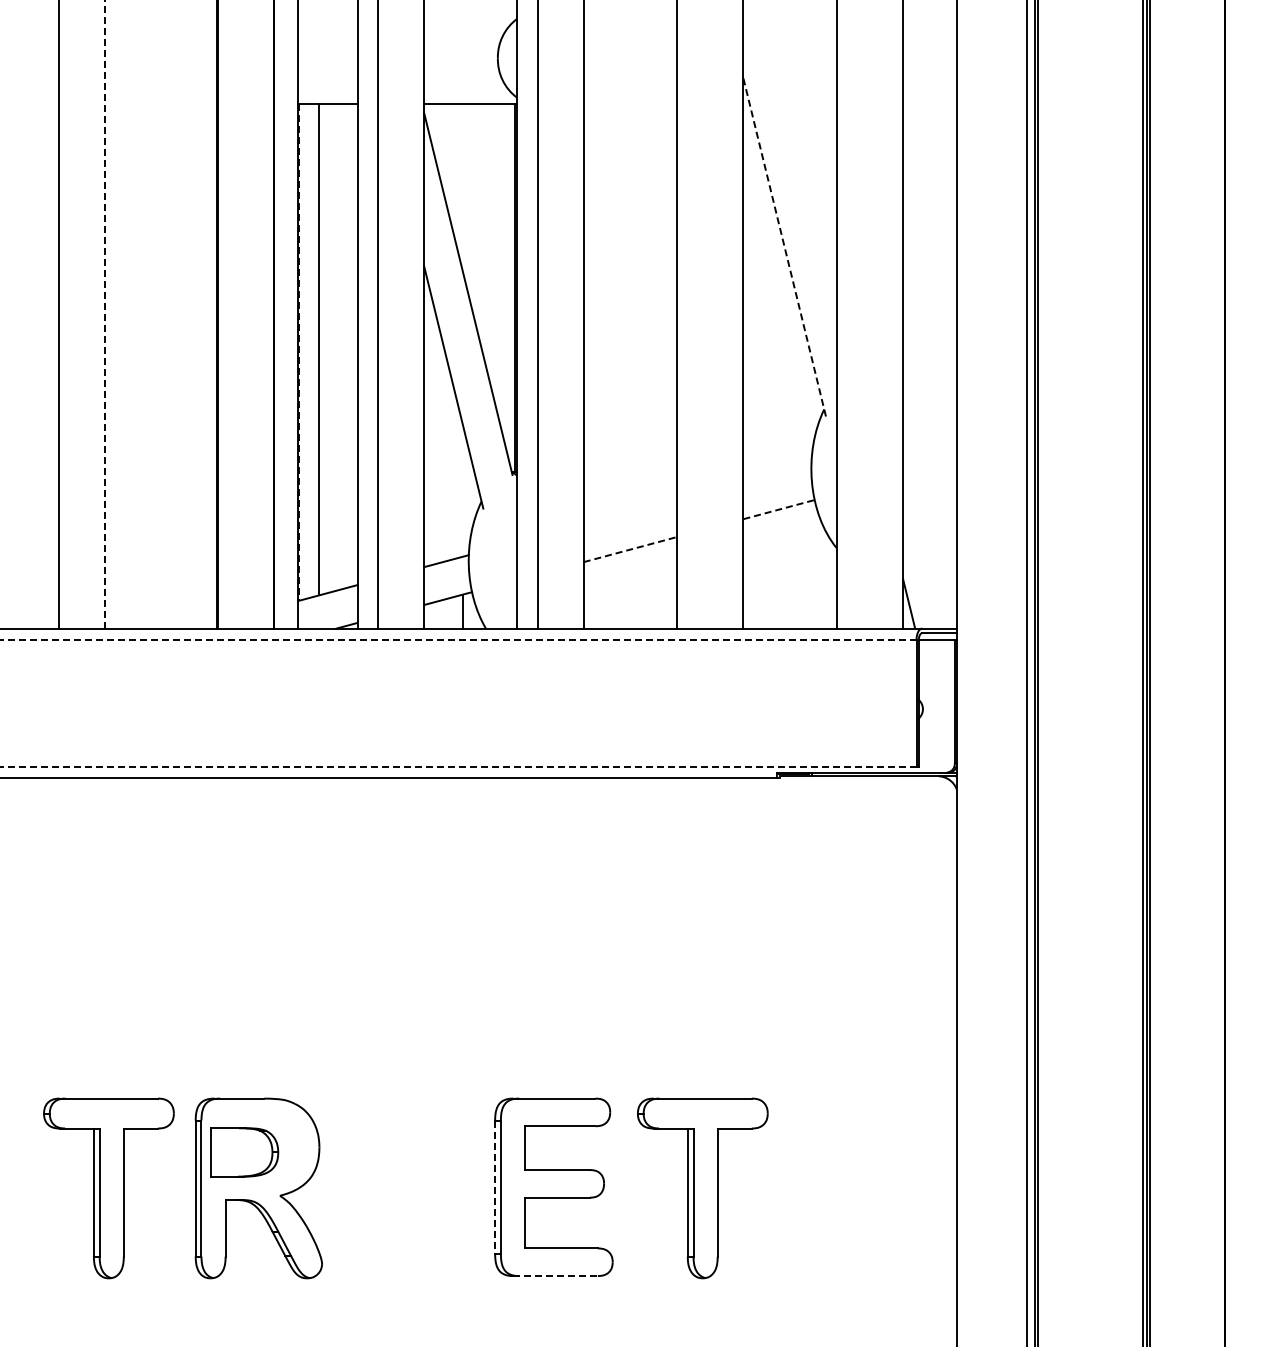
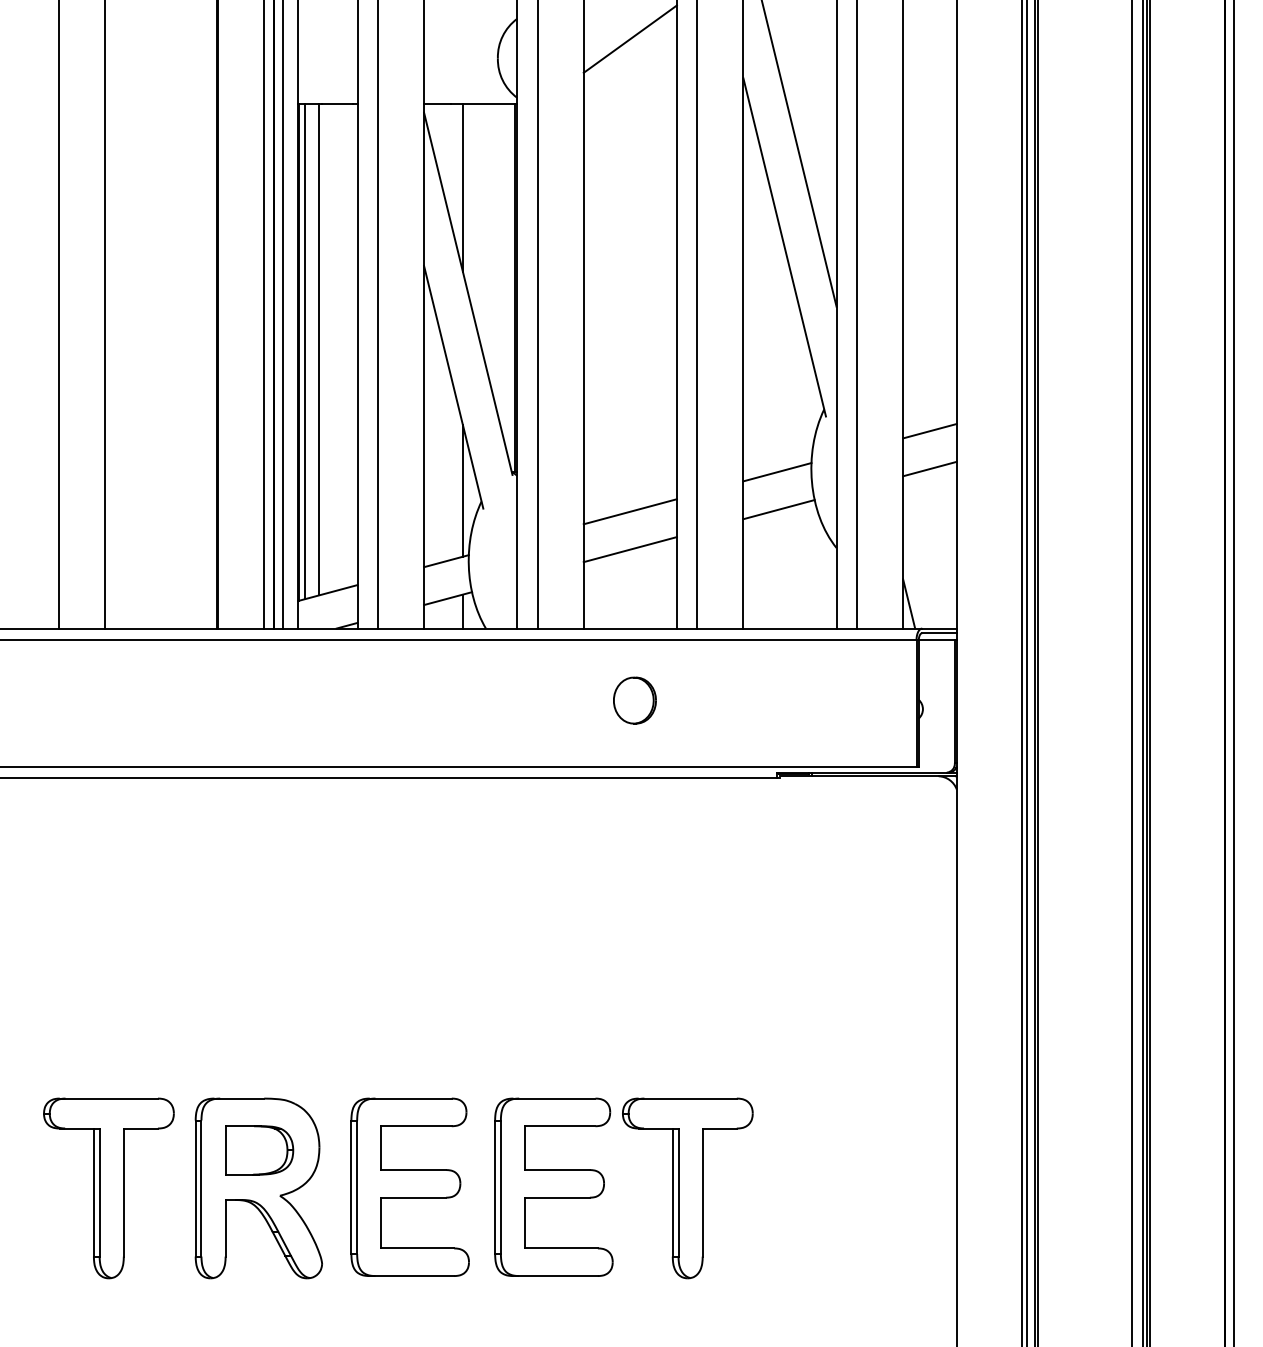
line at (629, 38): none -> present
line at (799, 154): none -> present
line at (462, 187): none -> present
line at (784, 247): dashed -> solid
line at (104, 314): dashed -> solid
line at (264, 315): none -> present
line at (283, 315): none -> present
line at (697, 315): none -> present
line at (857, 315): none -> present
line at (304, 351): none -> present
line at (299, 353): dashed -> solid
line at (929, 431): none -> present
line at (929, 468): none -> present
line at (777, 472): none -> present
line at (462, 490): none -> present
line at (779, 509): dashed -> solid
line at (629, 511): none -> present
line at (630, 549): dashed -> solid
line at (458, 640): dashed -> solid
line at (1021, 672): none -> present
line at (1131, 672): none -> present
line at (1233, 672): none -> present
part at (634, 700): none -> present
line at (457, 766): dashed -> solid
part at (244, 1152) position: (244, 1152) -> (259, 1150)
part at (409, 1186): none -> present
line at (495, 1187): dashed -> solid
part at (702, 1188) position: (702, 1188) -> (687, 1188)
line at (556, 1276): dashed -> solid
